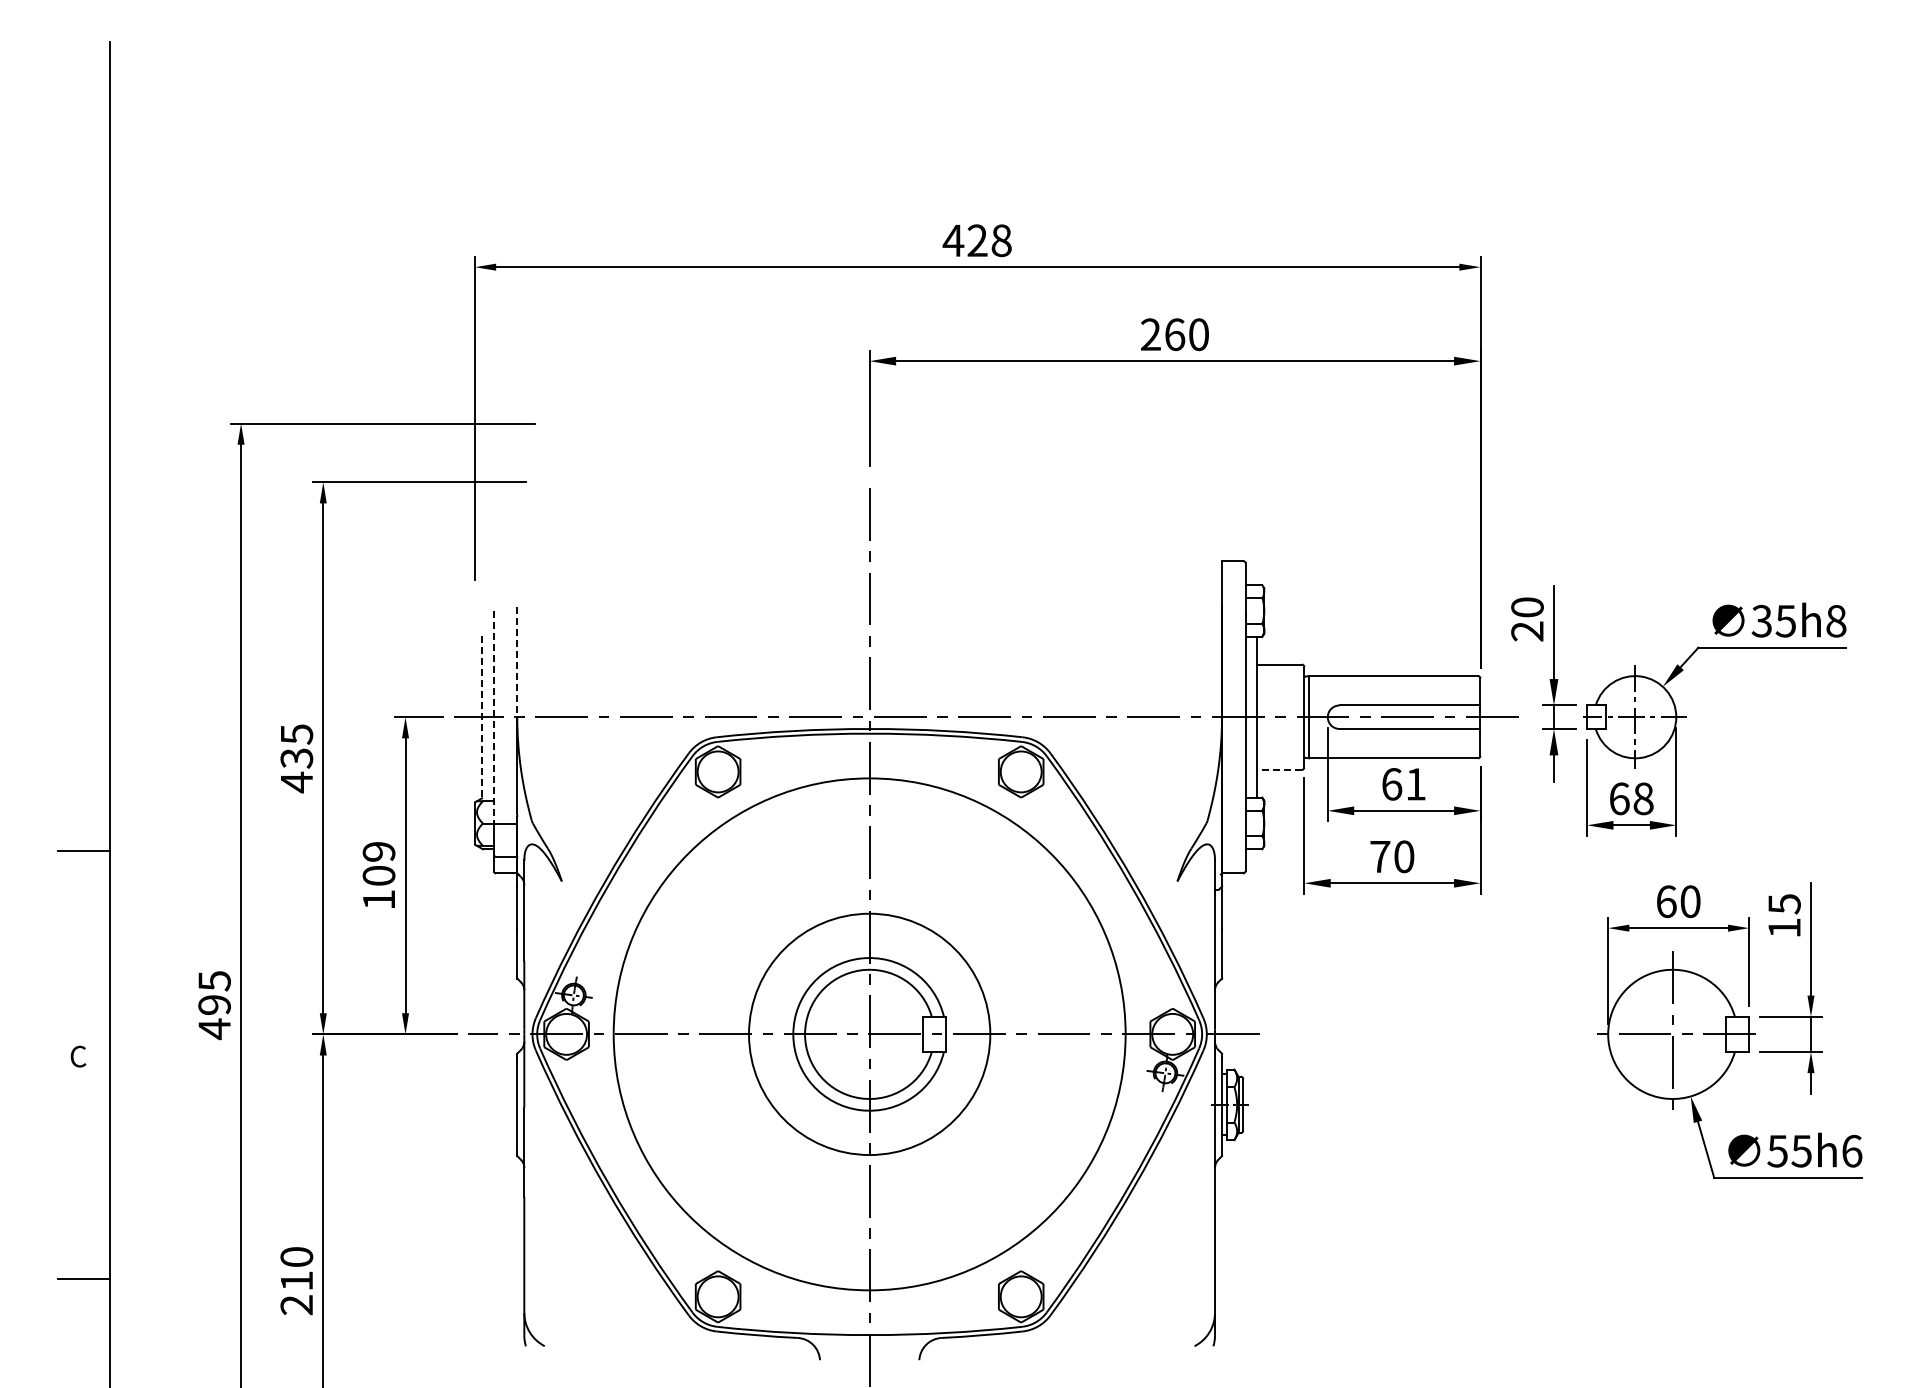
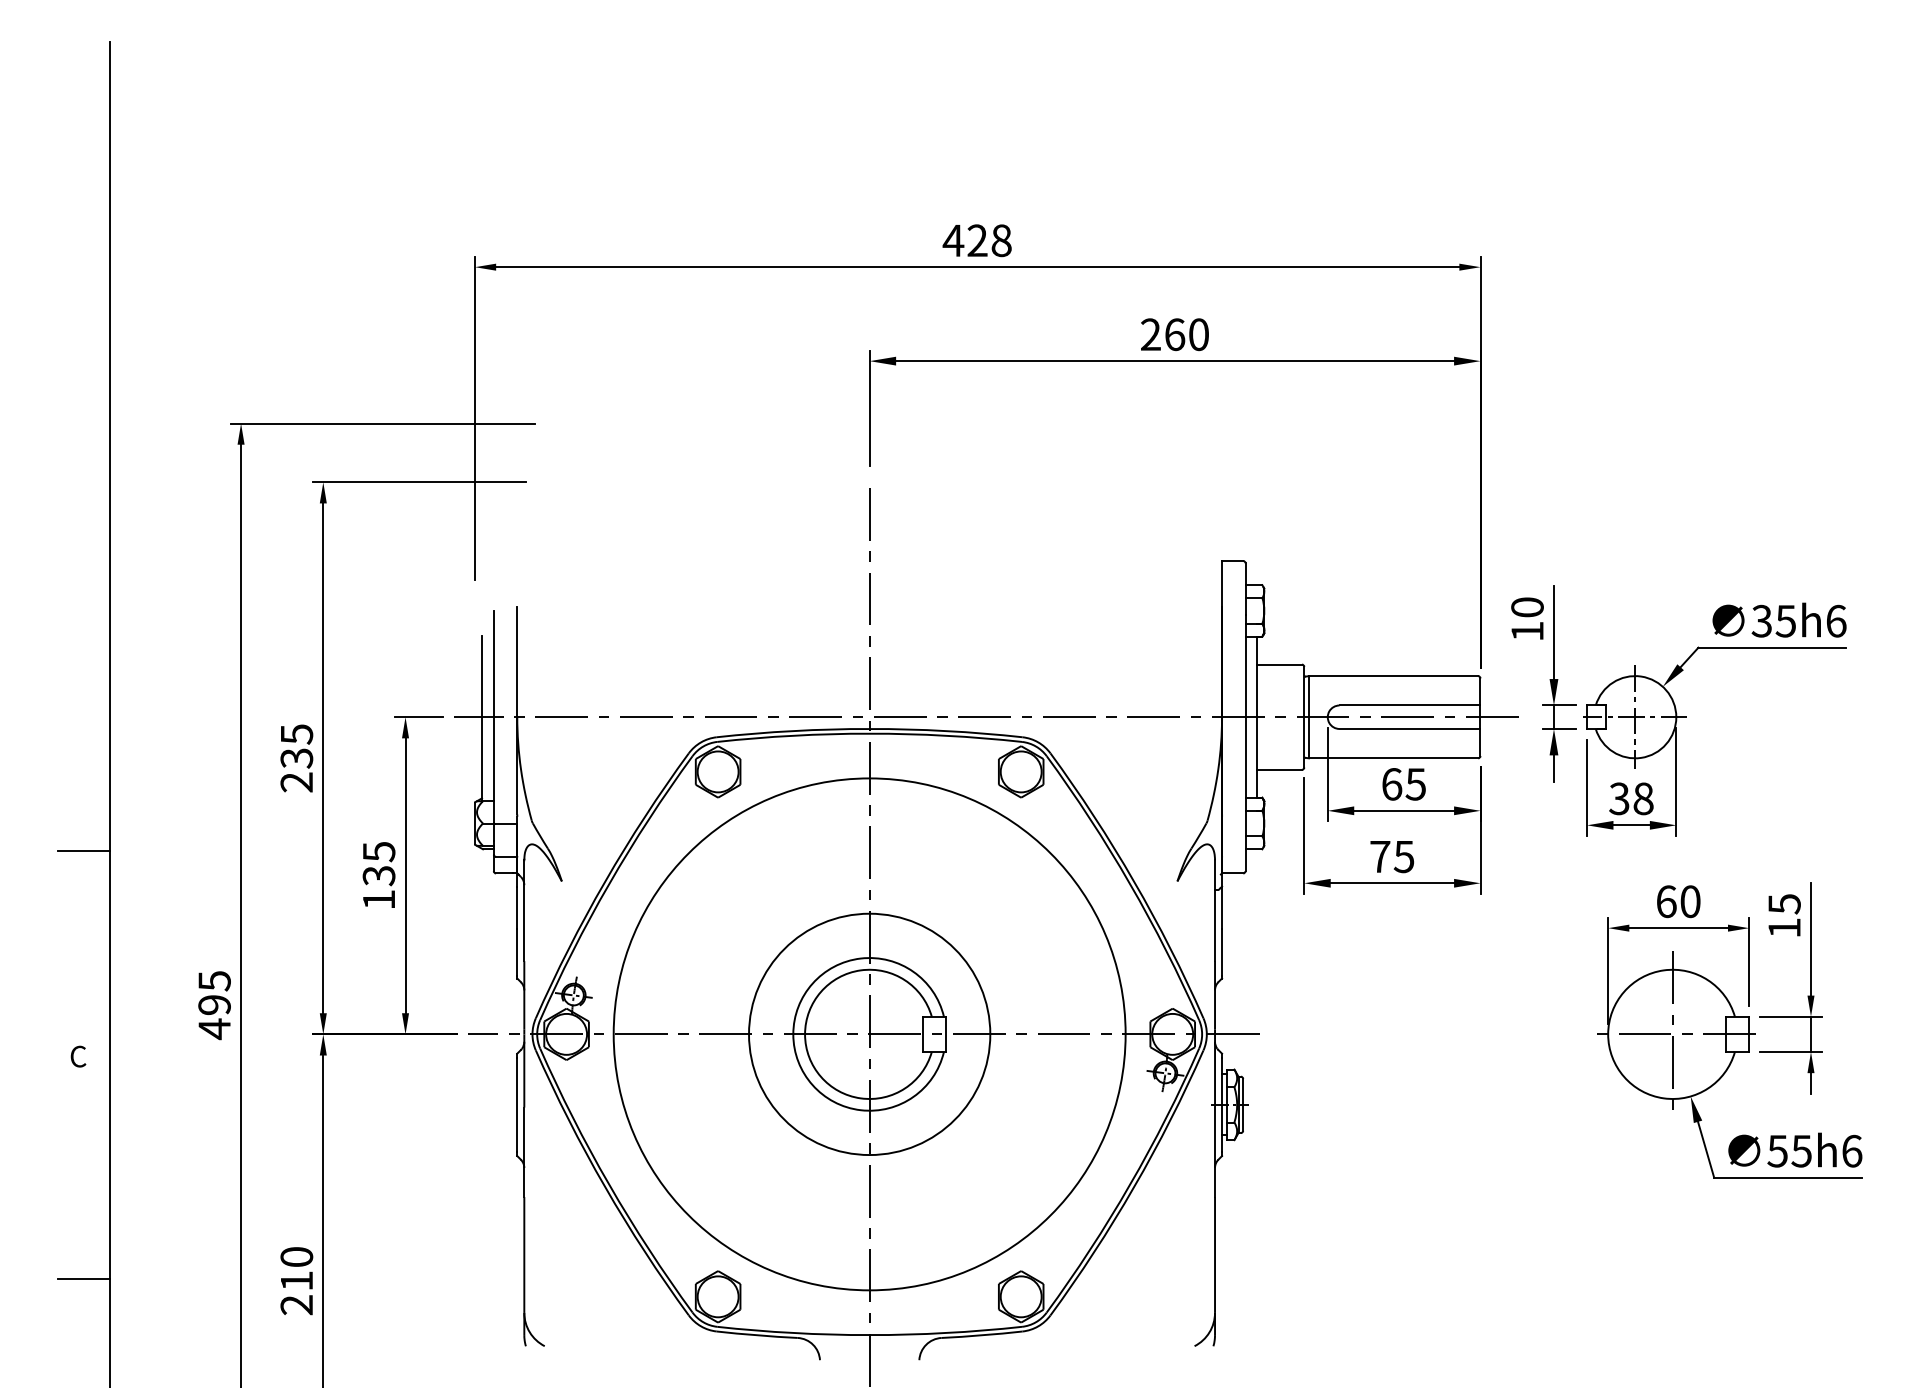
text at (1836, 620): 35h8 -> 35h6
text at (1527, 631): 20 -> 10
line at (517, 662): dashed -> solid
line at (493, 717): dashed -> solid
line at (482, 718): dashed -> solid
line at (1279, 769): dashed -> solid
text at (296, 782): 435 -> 235
text at (1415, 784): 61 -> 65
text at (1619, 798): 68 -> 38
text at (1403, 856): 70 -> 75
text at (378, 864): 109 -> 135
